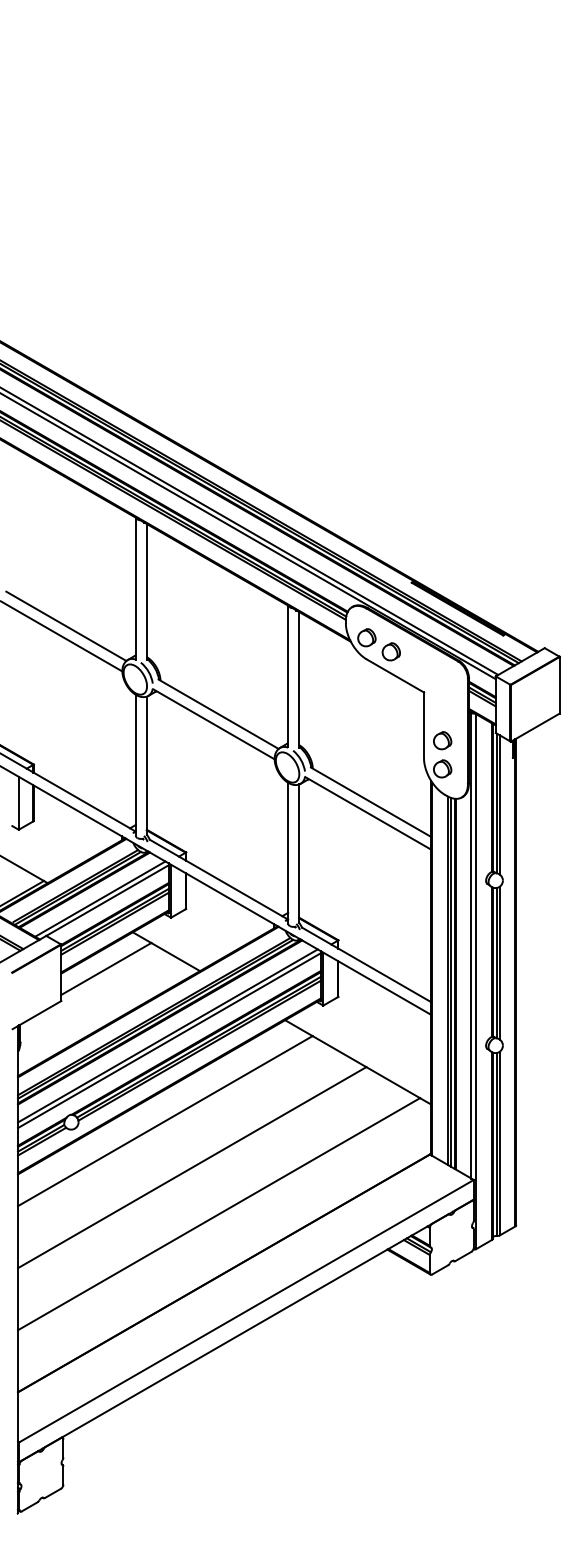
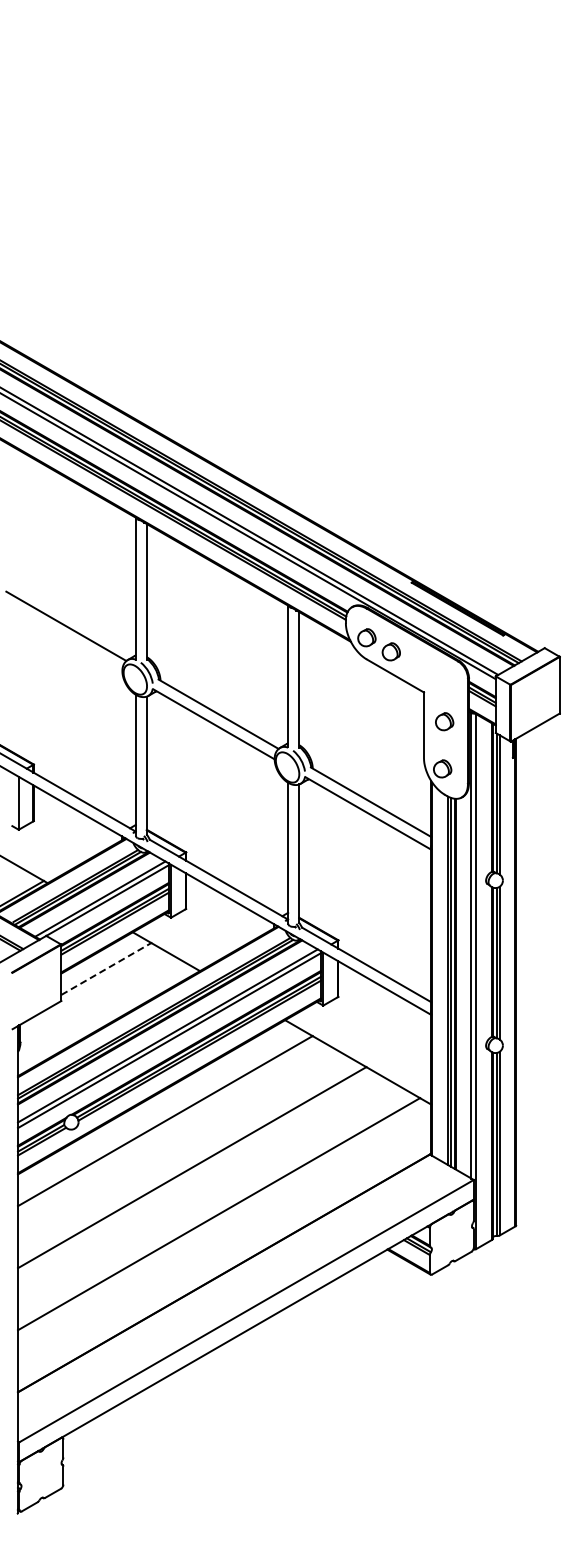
line at (62, 636): present -> none
part at (442, 740) position: (442, 740) -> (444, 721)
line at (106, 968): solid -> dashed
